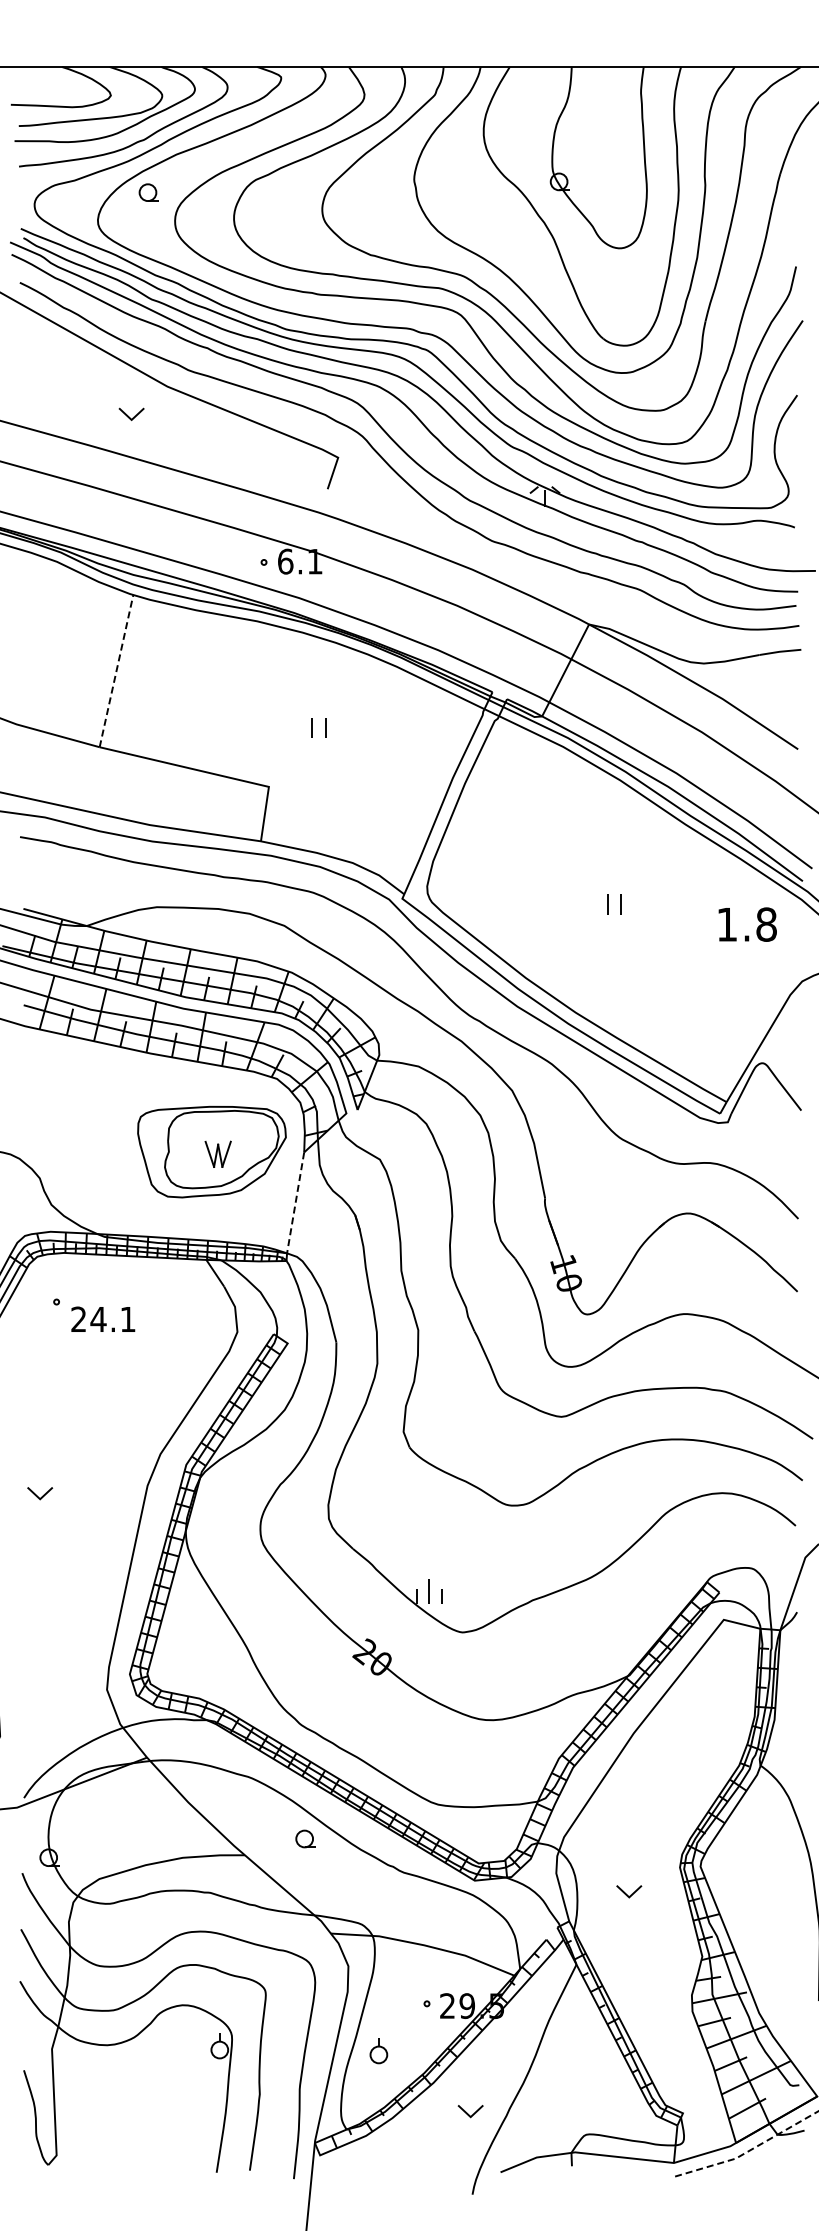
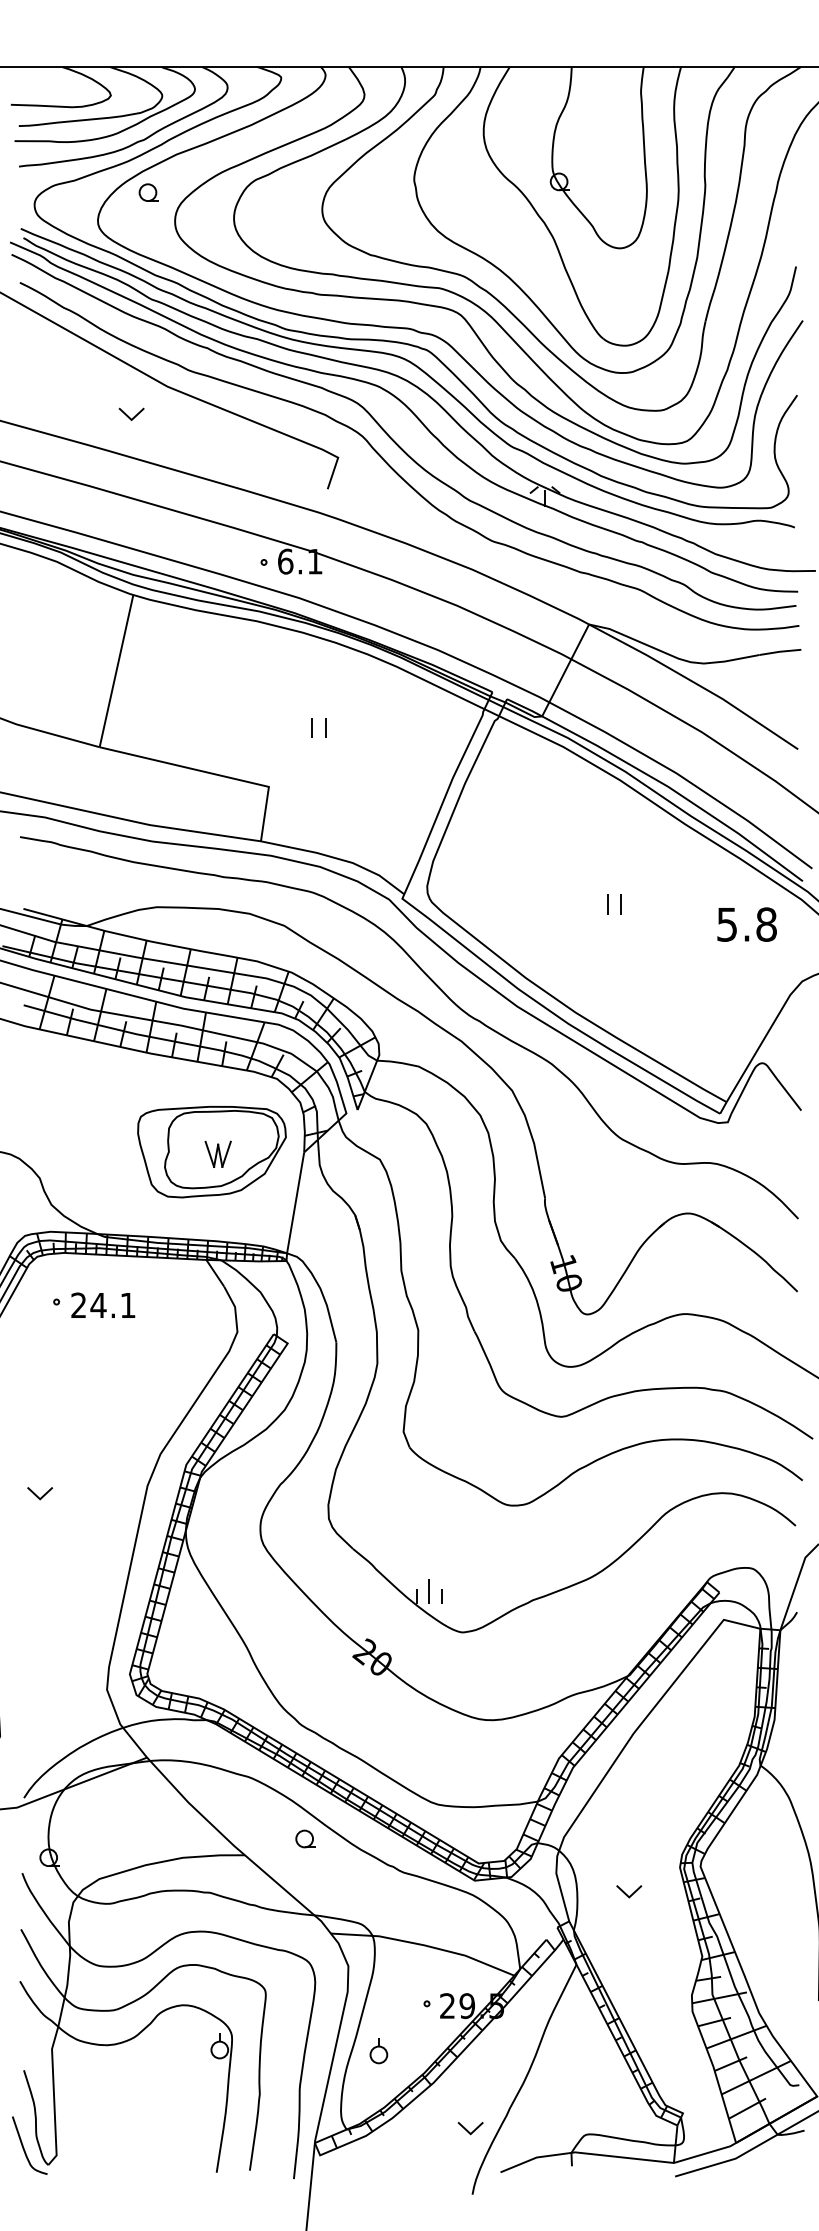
line at (116, 671): dashed -> solid
text at (726, 924): 1.8 -> 5.8
line at (295, 1203): dashed -> solid
text at (103, 1318) position: (103, 1318) -> (103, 1304)
part at (470, 2111) position: (470, 2111) -> (470, 2128)
curve at (24, 2147): none -> present
line at (749, 2150): dashed -> solid
